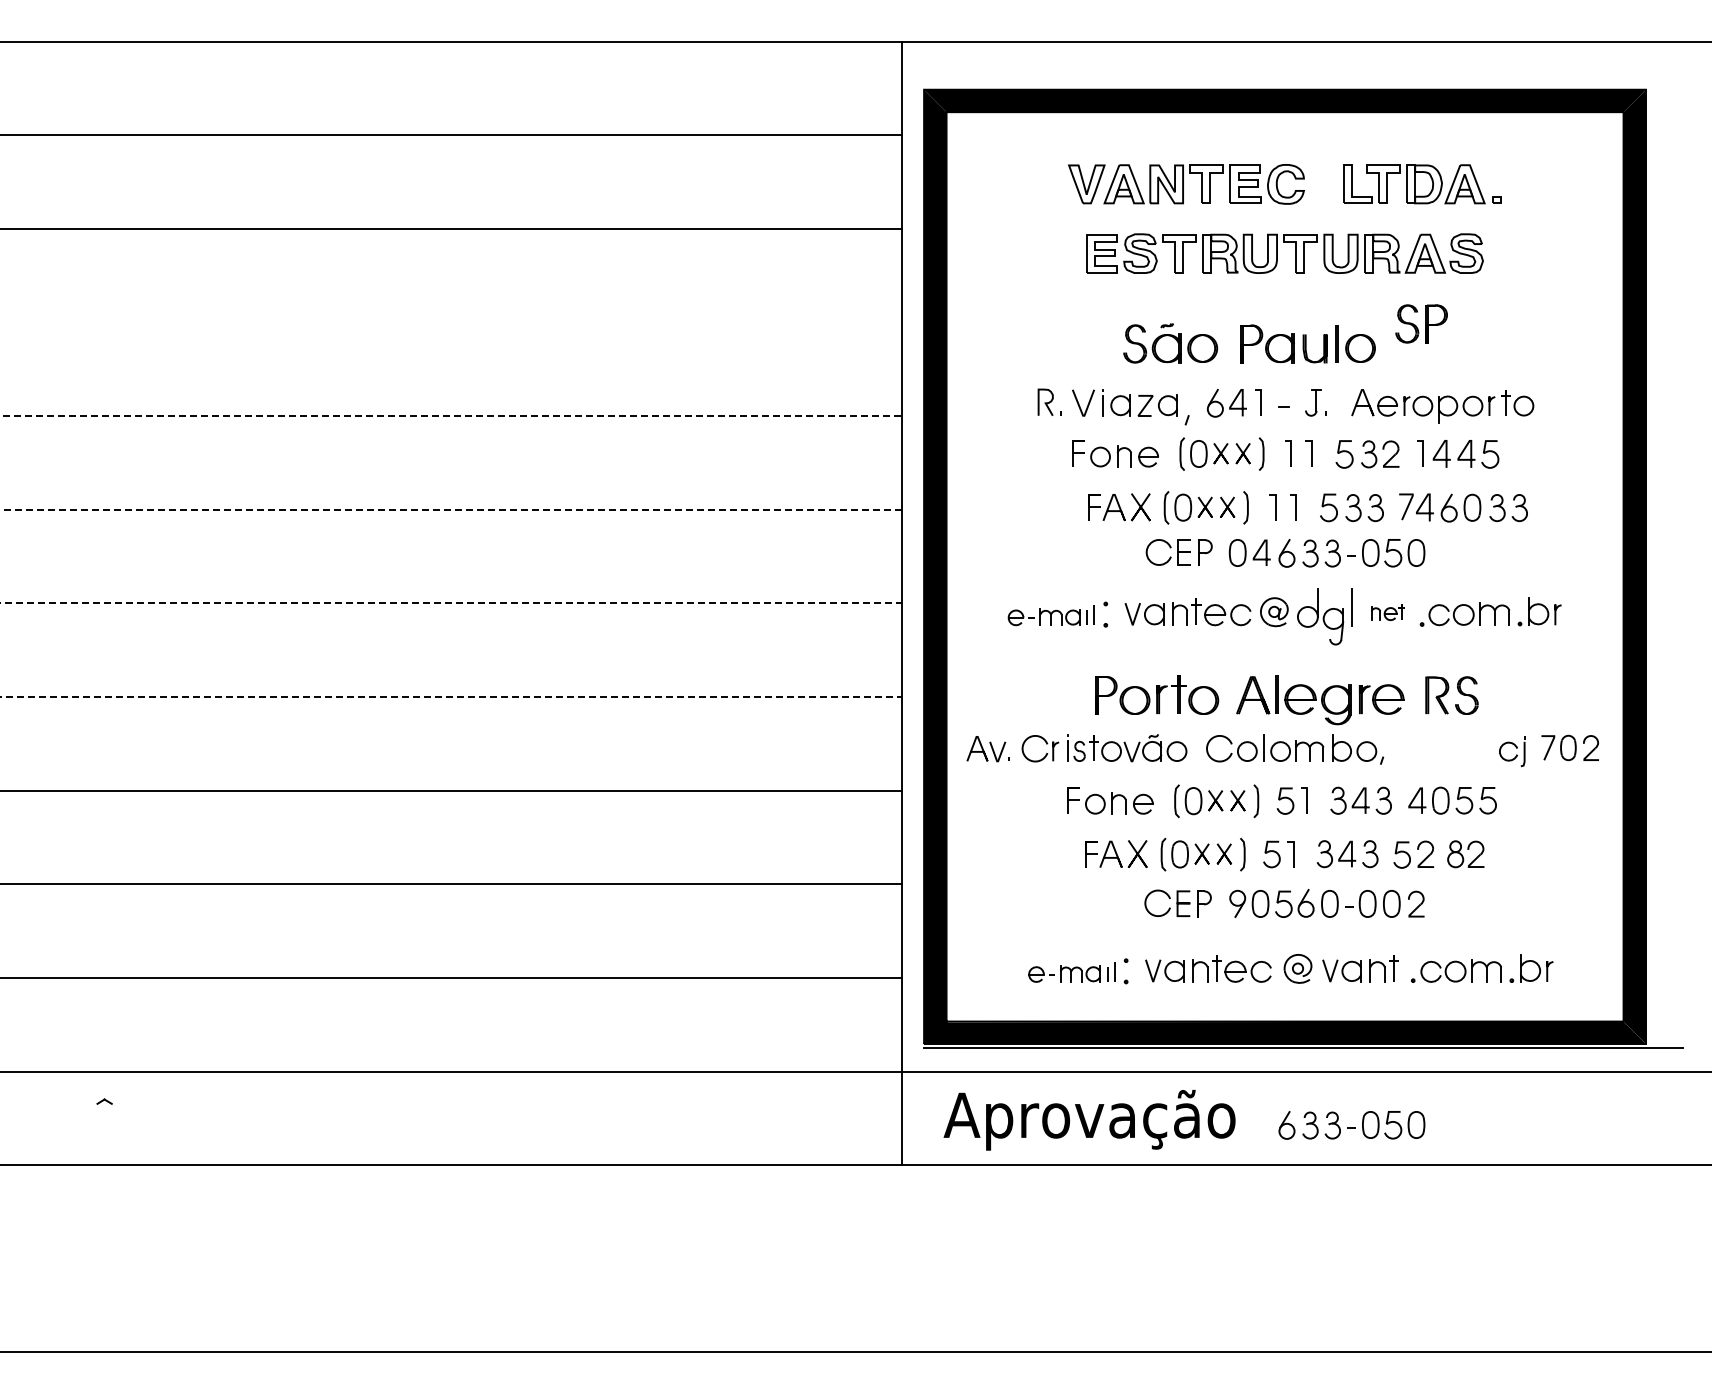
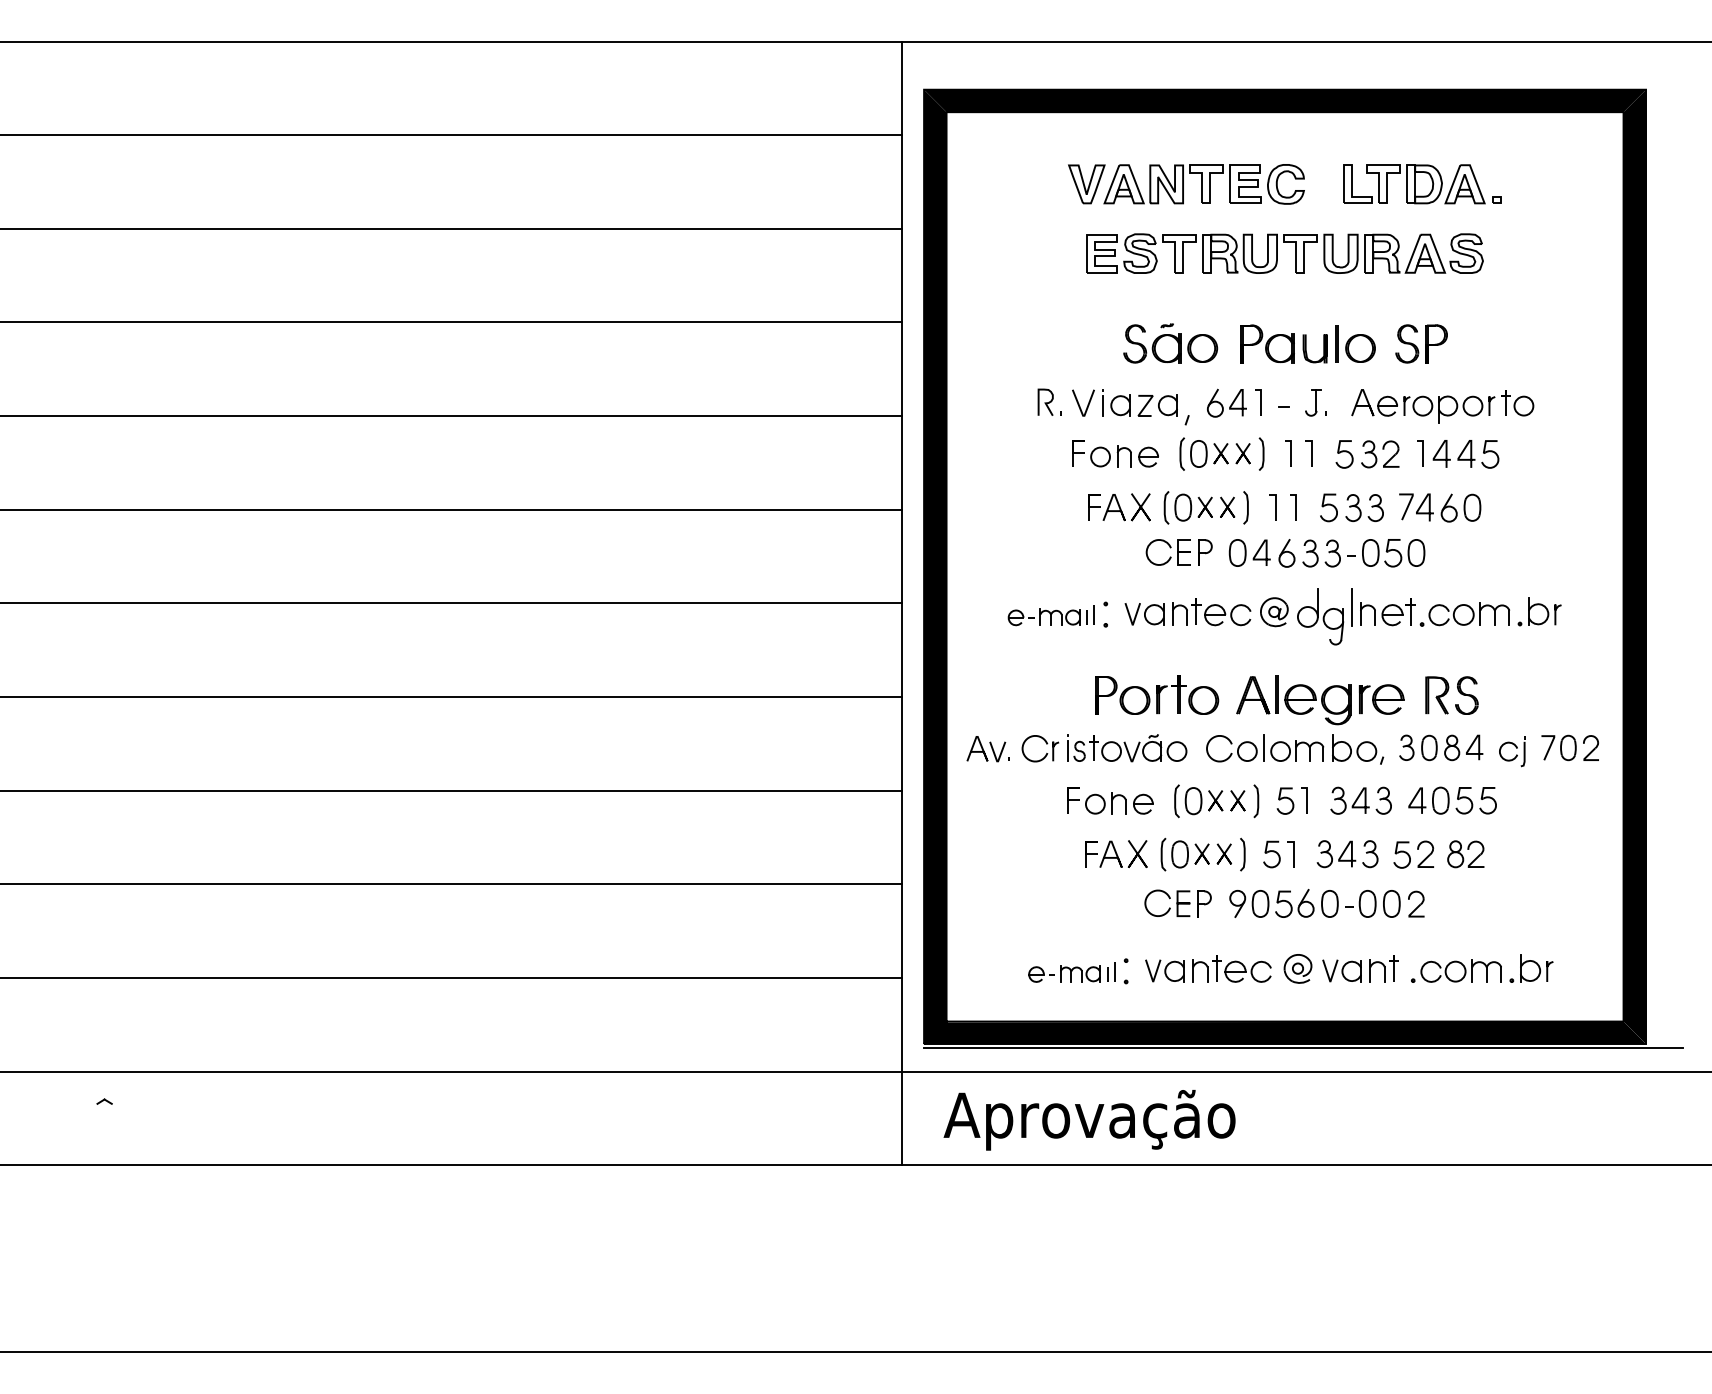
line at (451, 322): none -> present
part at (1421, 323) position: (1421, 323) -> (1421, 343)
line at (451, 416): dashed -> solid
part at (1508, 508): present -> none
line at (451, 509): dashed -> solid
line at (451, 603): dashed -> solid
part at (1387, 612) size: 34x17 px -> 56x29 px
line at (451, 696): dashed -> solid
part at (1441, 747): none -> present
part at (1351, 1125): present -> none
